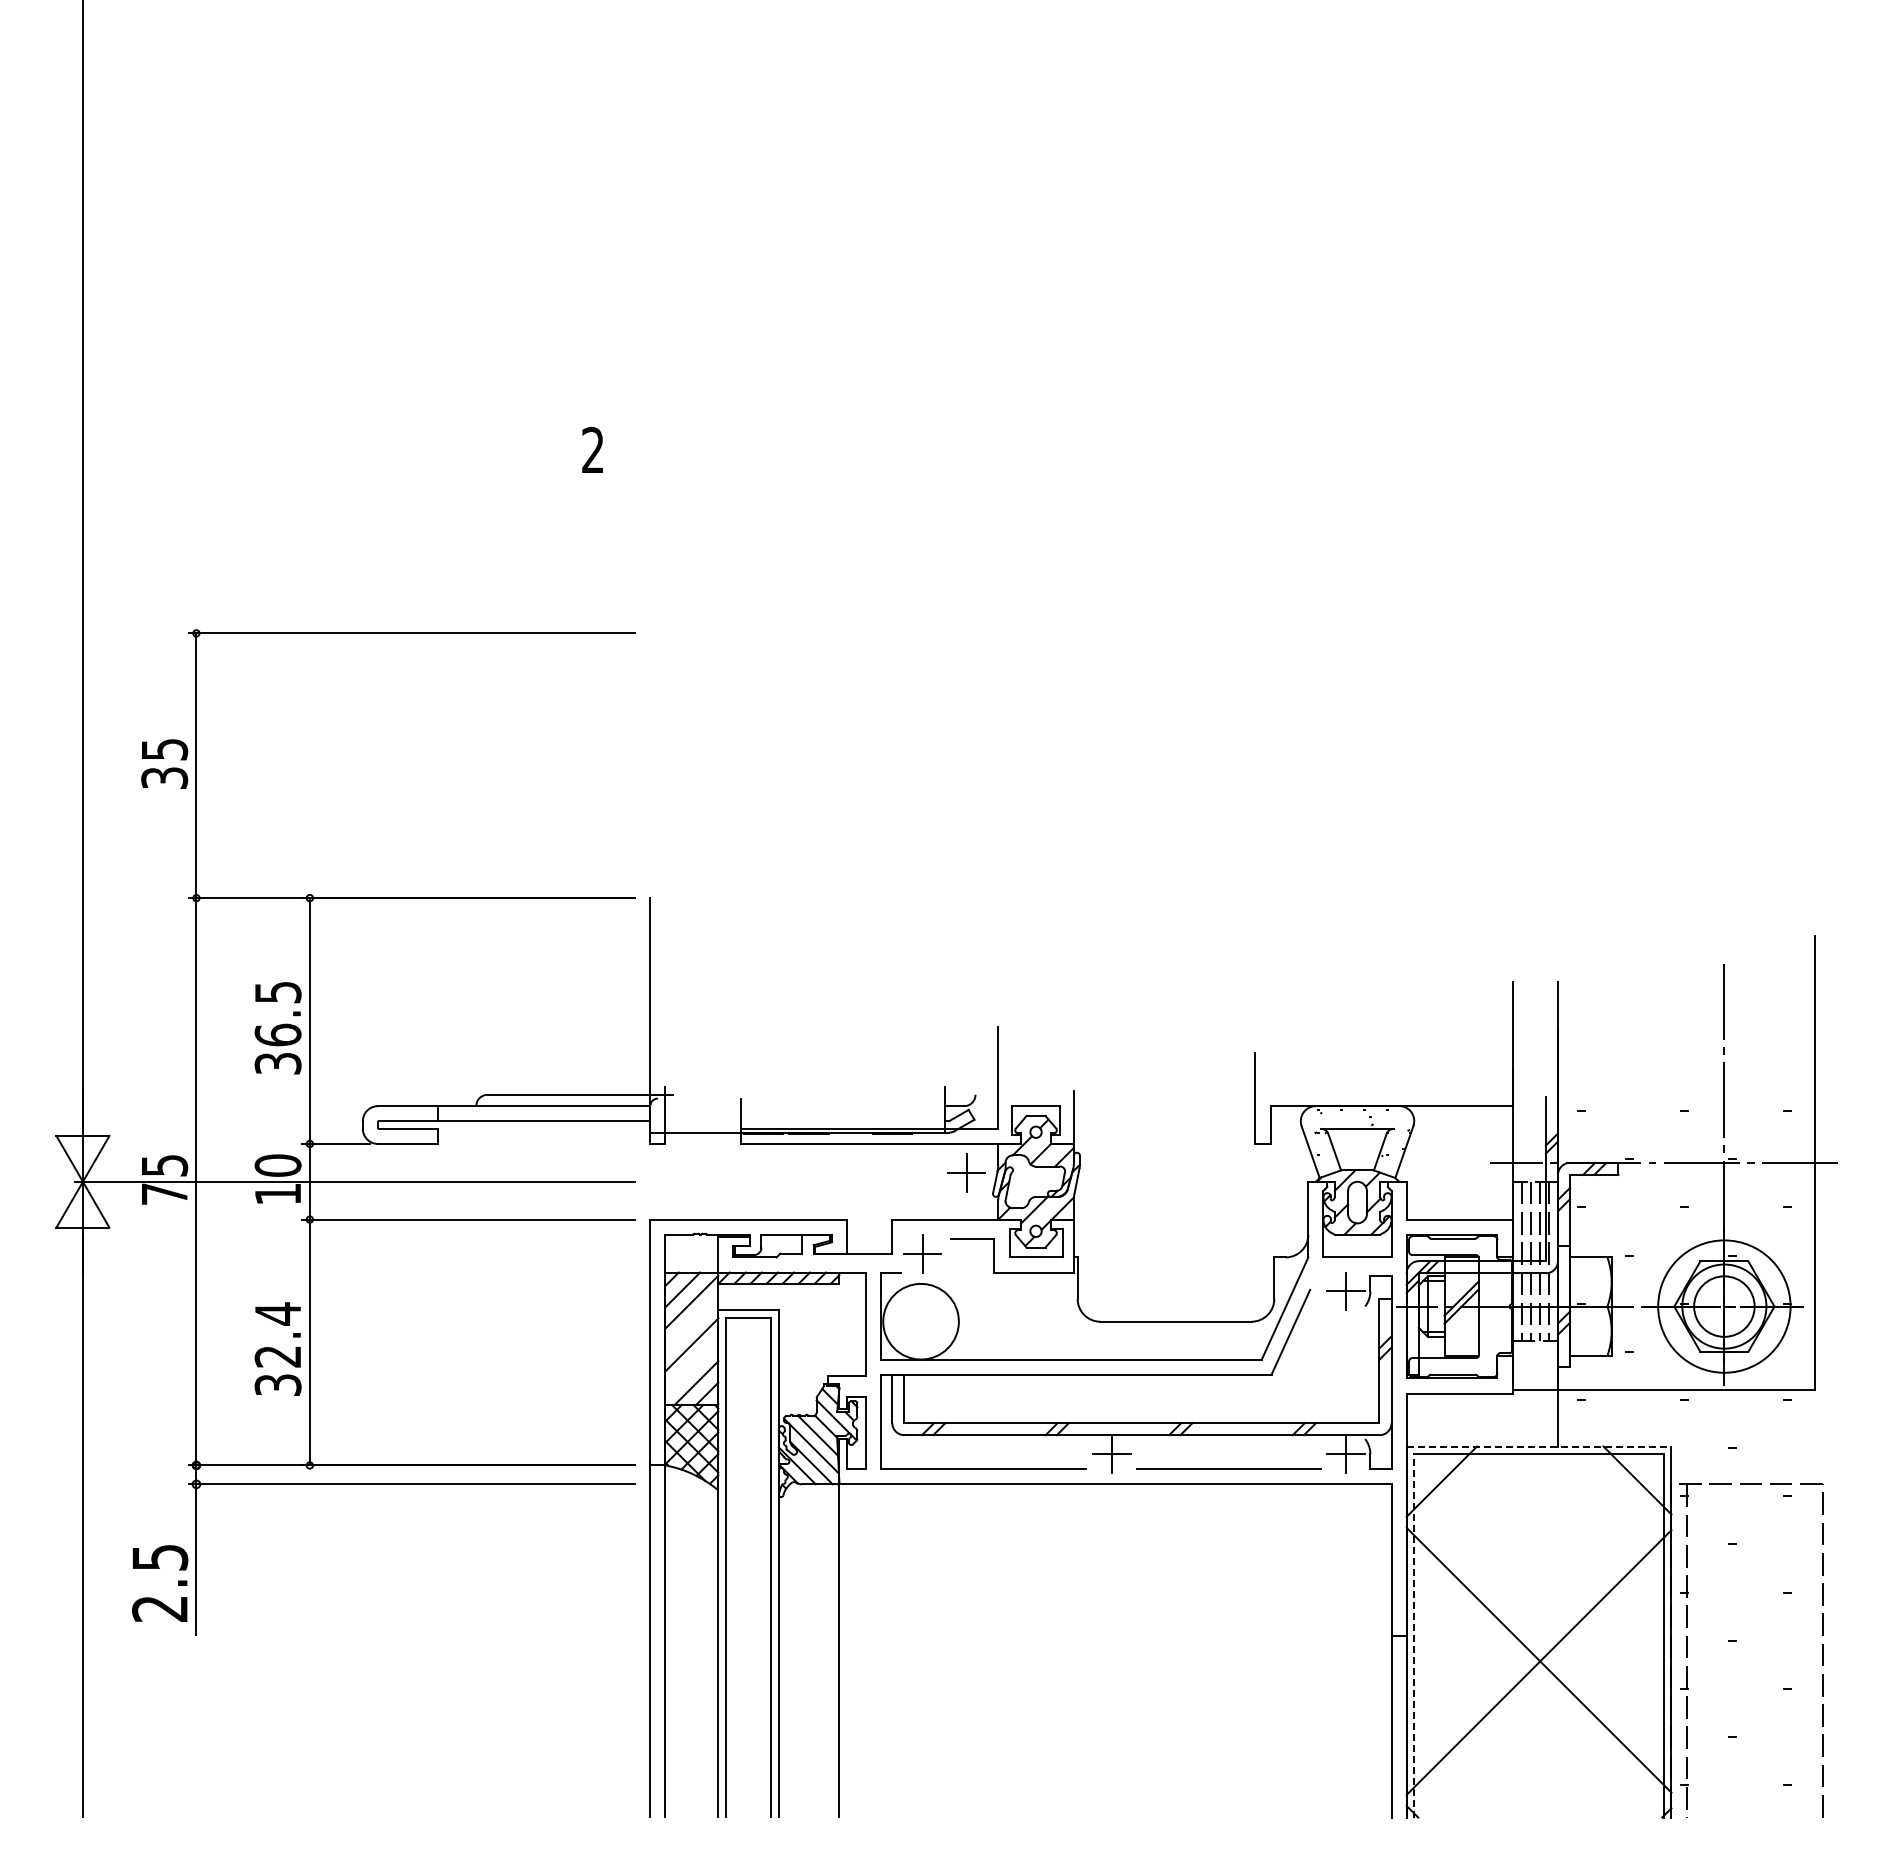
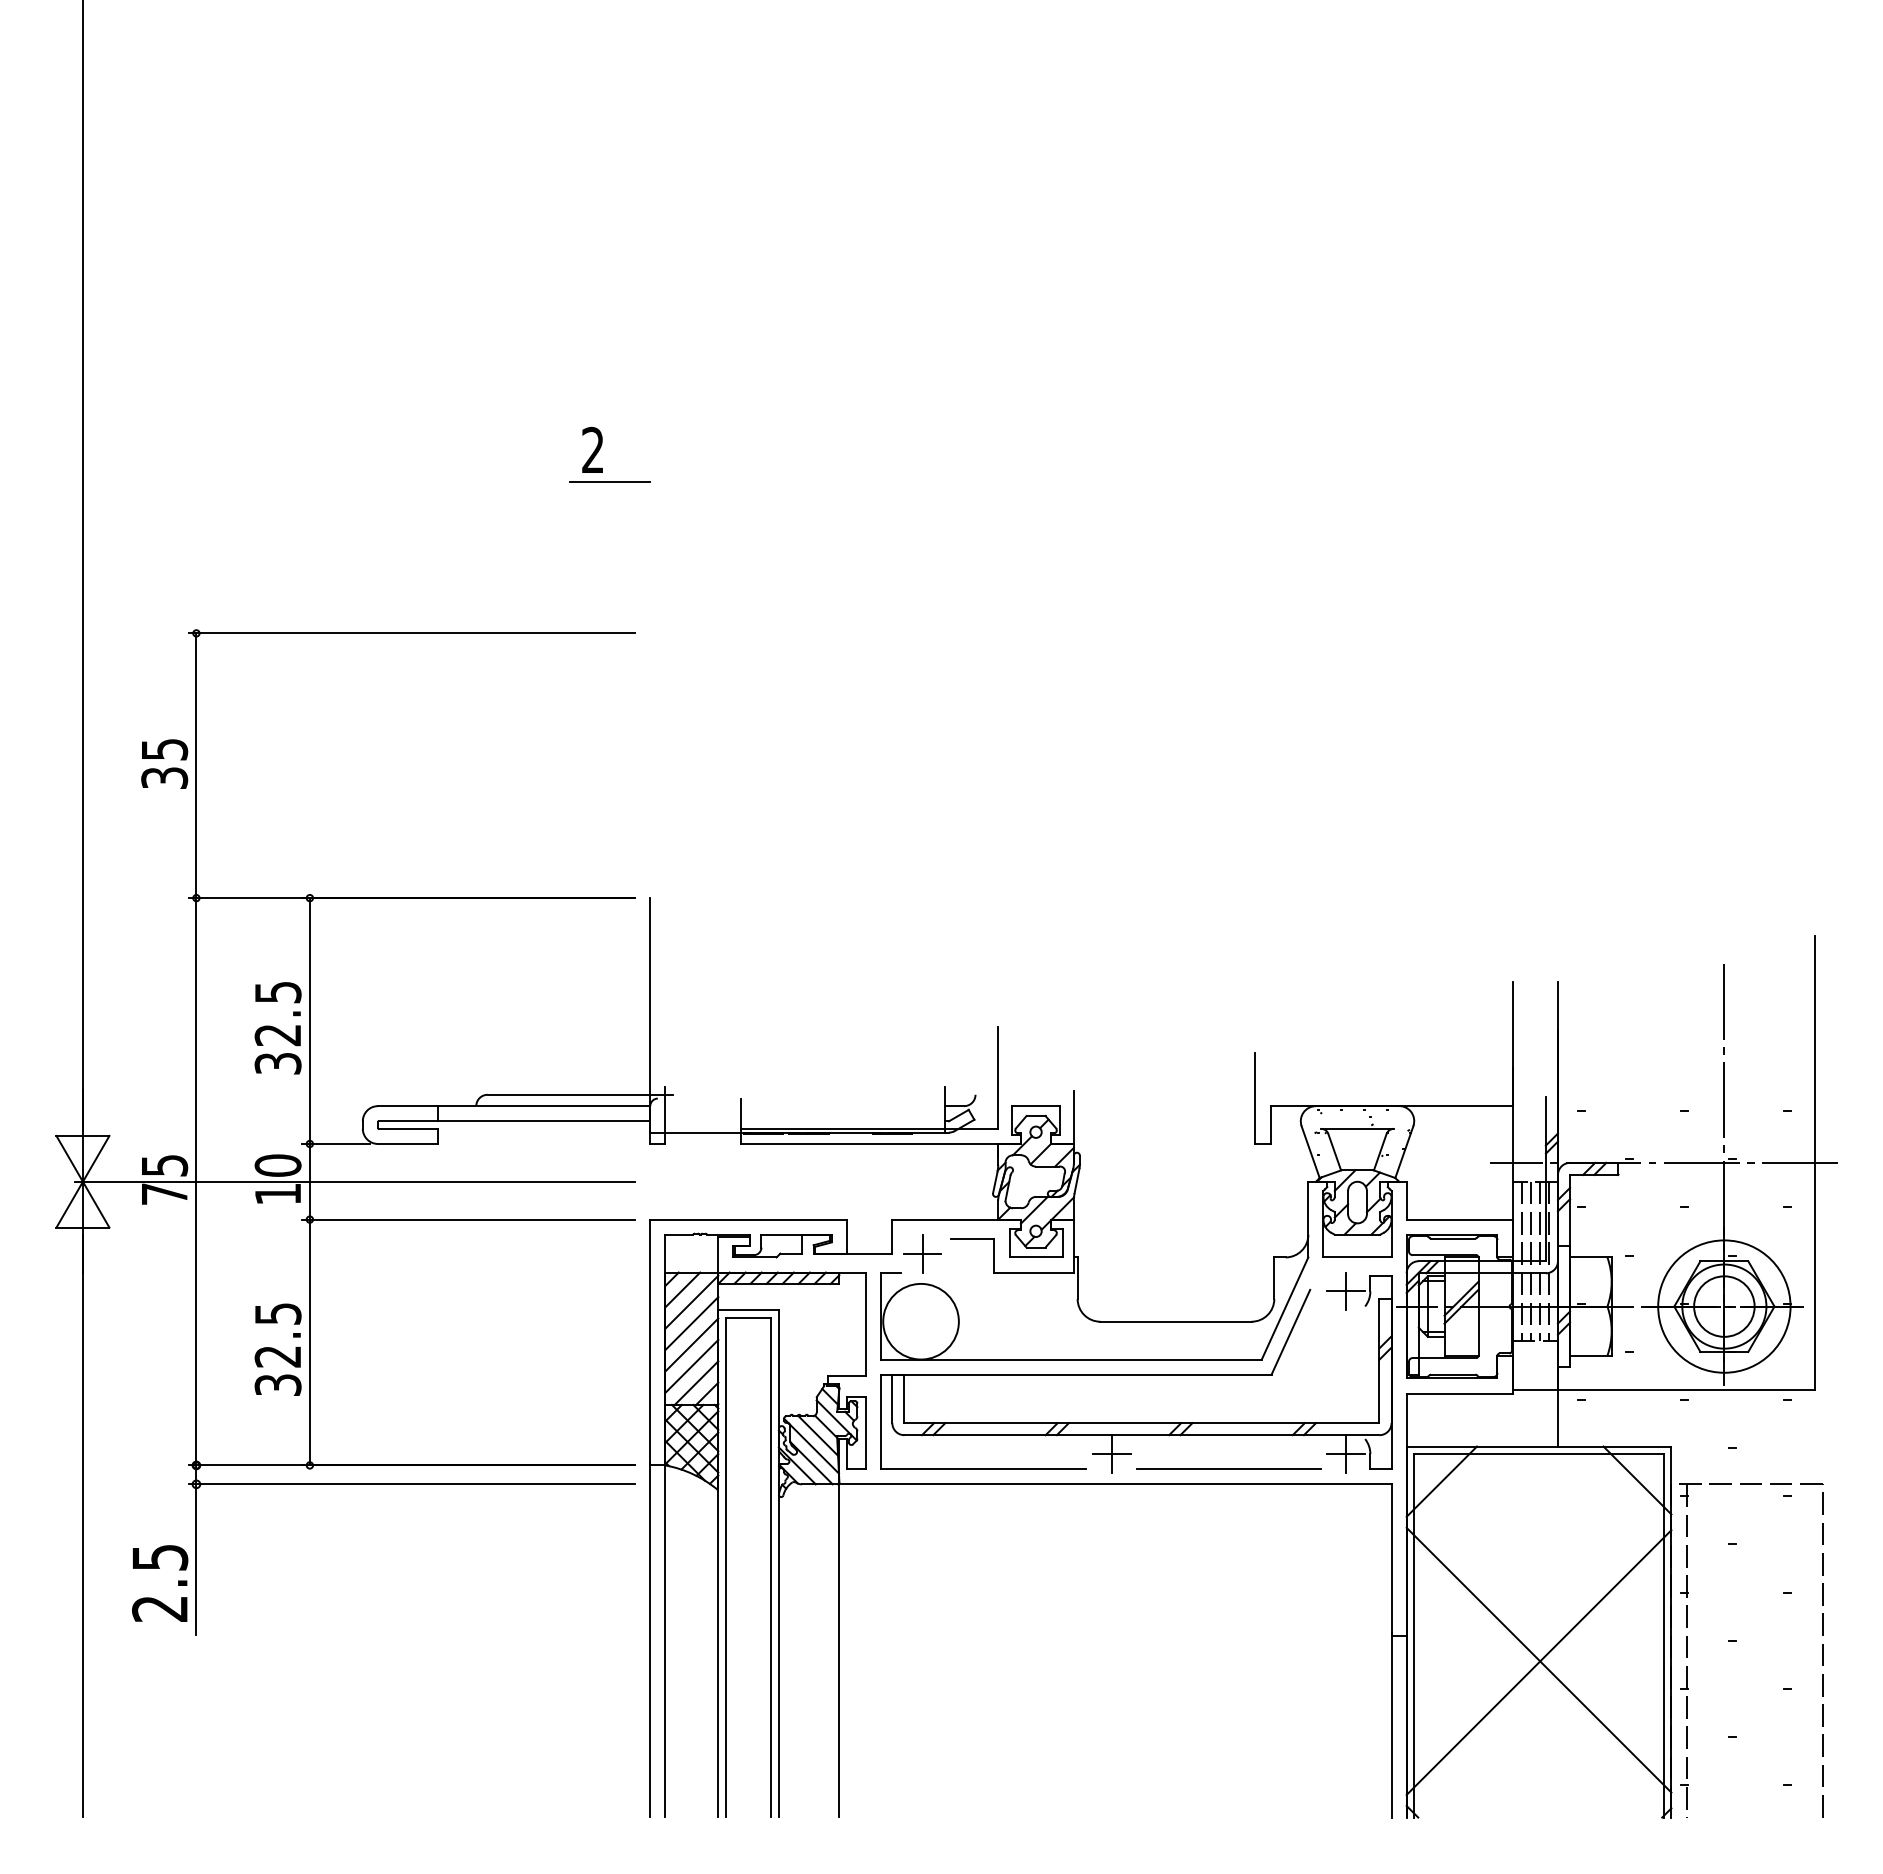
line at (609, 482): none -> present
text at (277, 1034): 36.5 -> 32.5
part at (966, 1172): present -> none
text at (278, 1313): 32.4 -> 32.5
line at (691, 1323): none -> present
line at (691, 1365): none -> present
line at (1539, 1446): dashed -> solid
line at (1414, 1635): dashed -> solid
